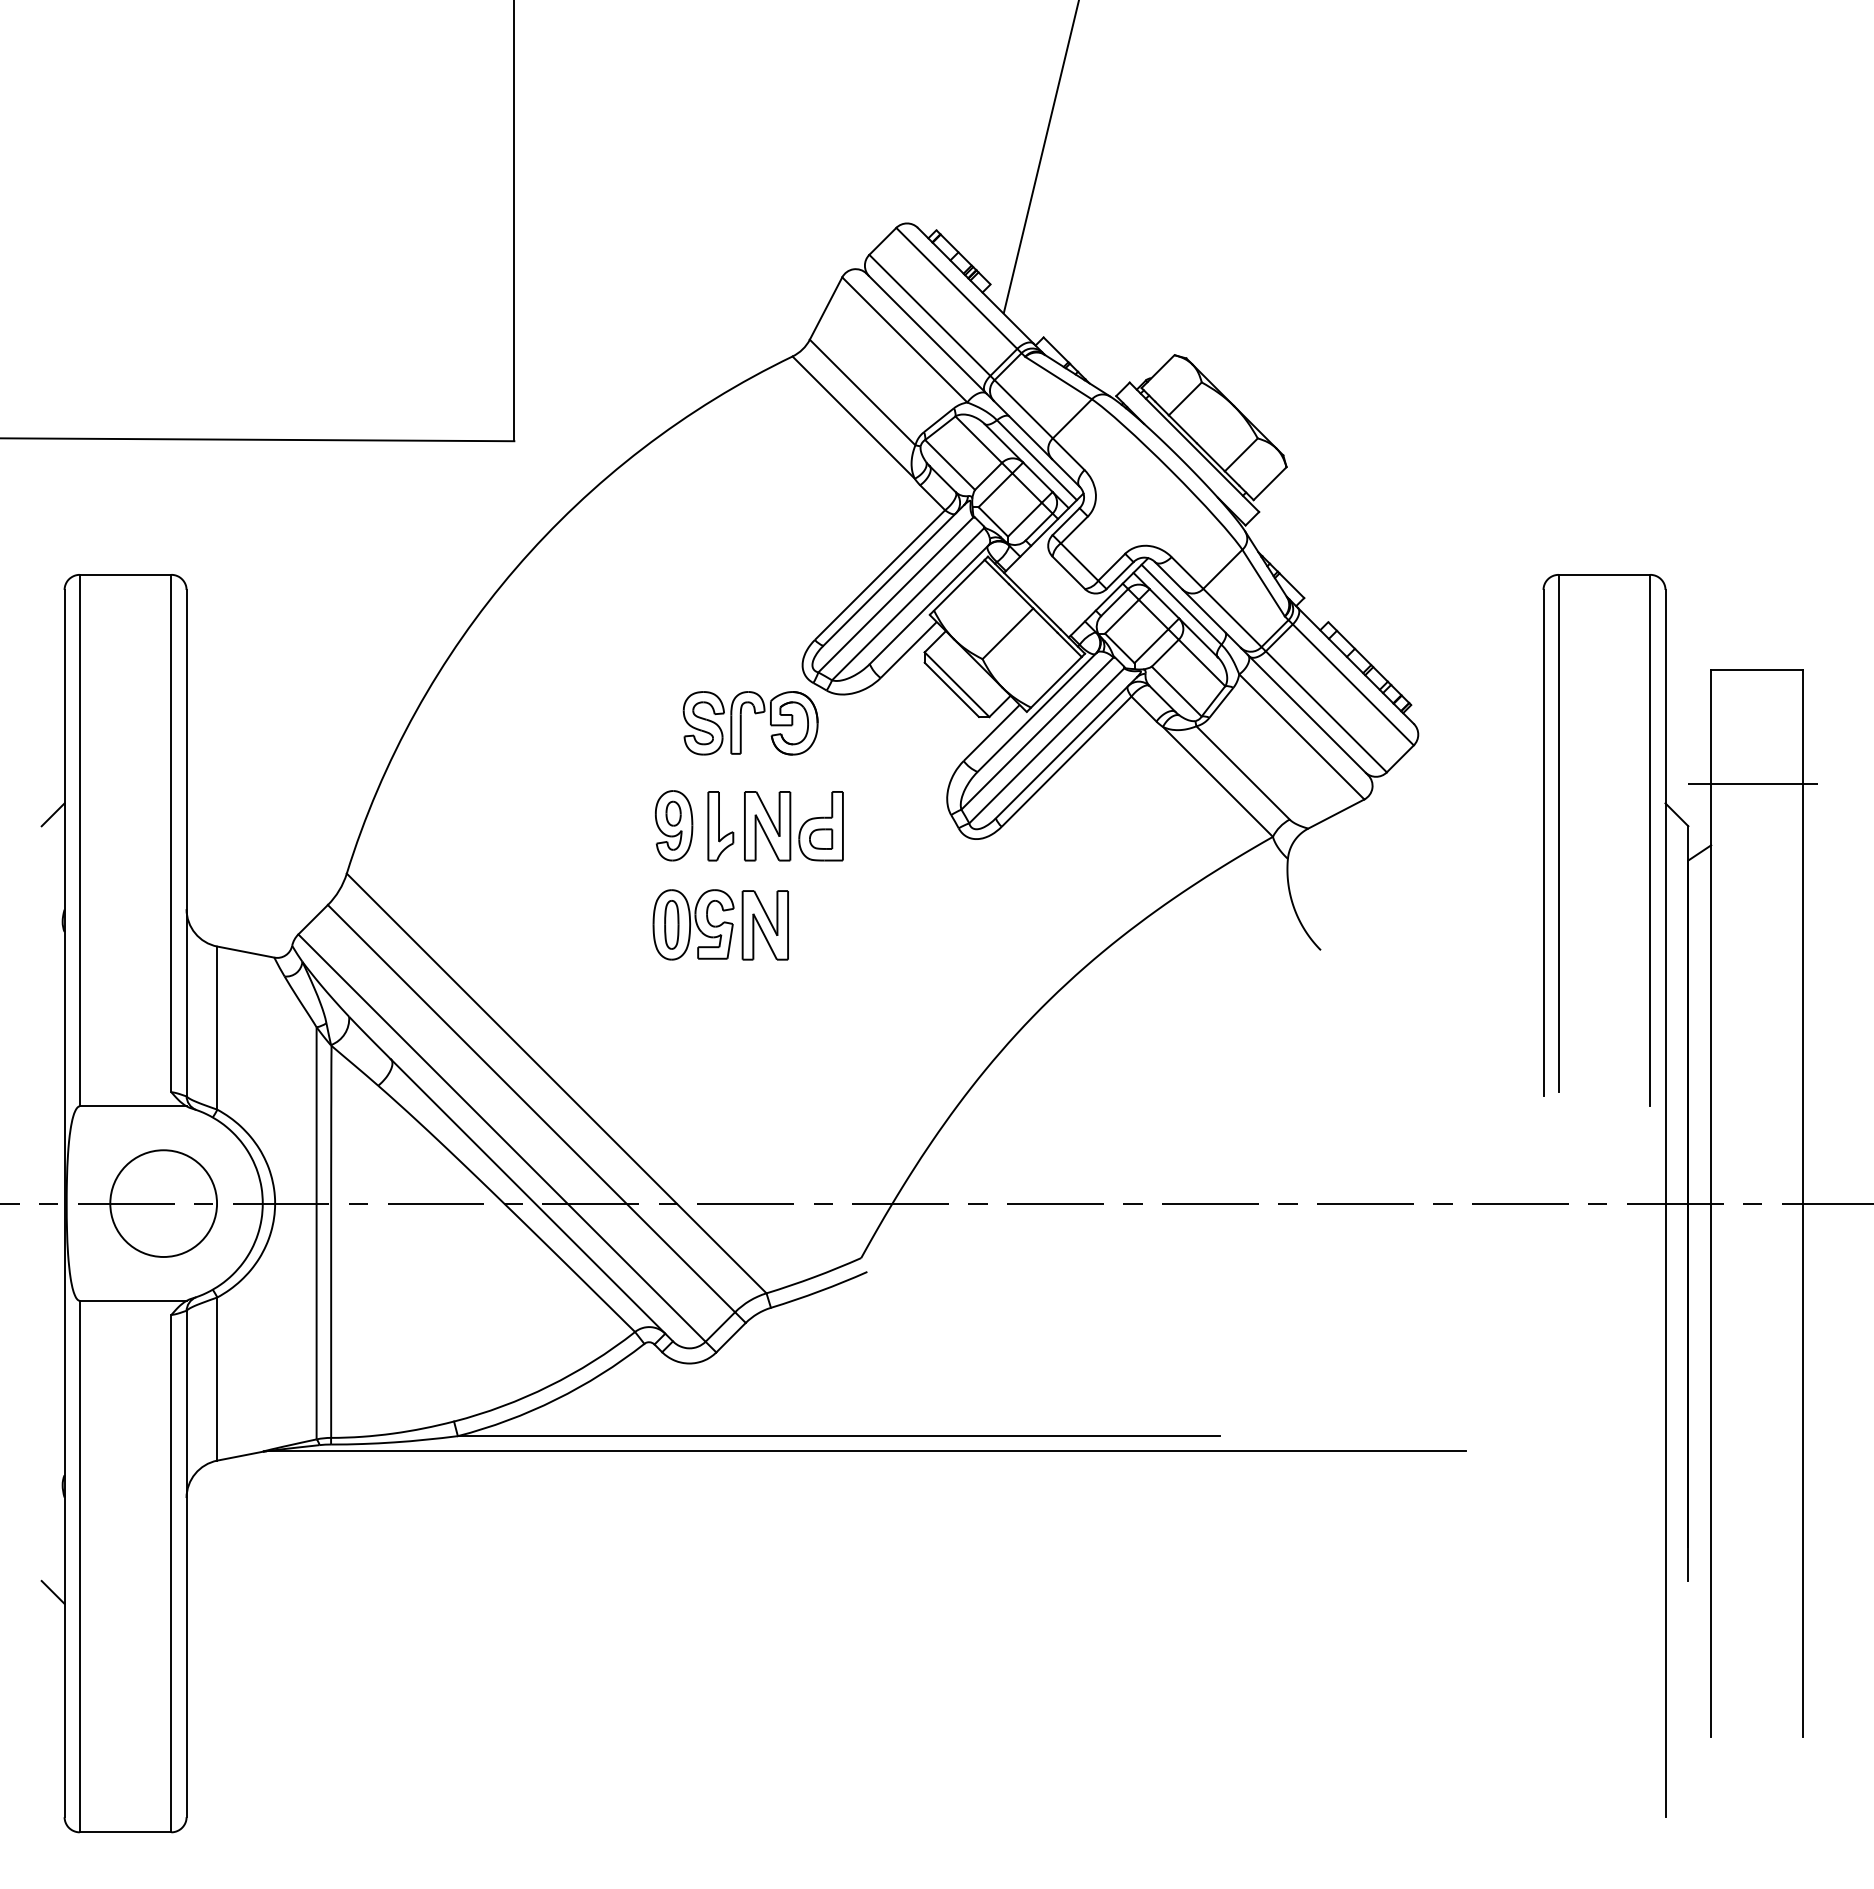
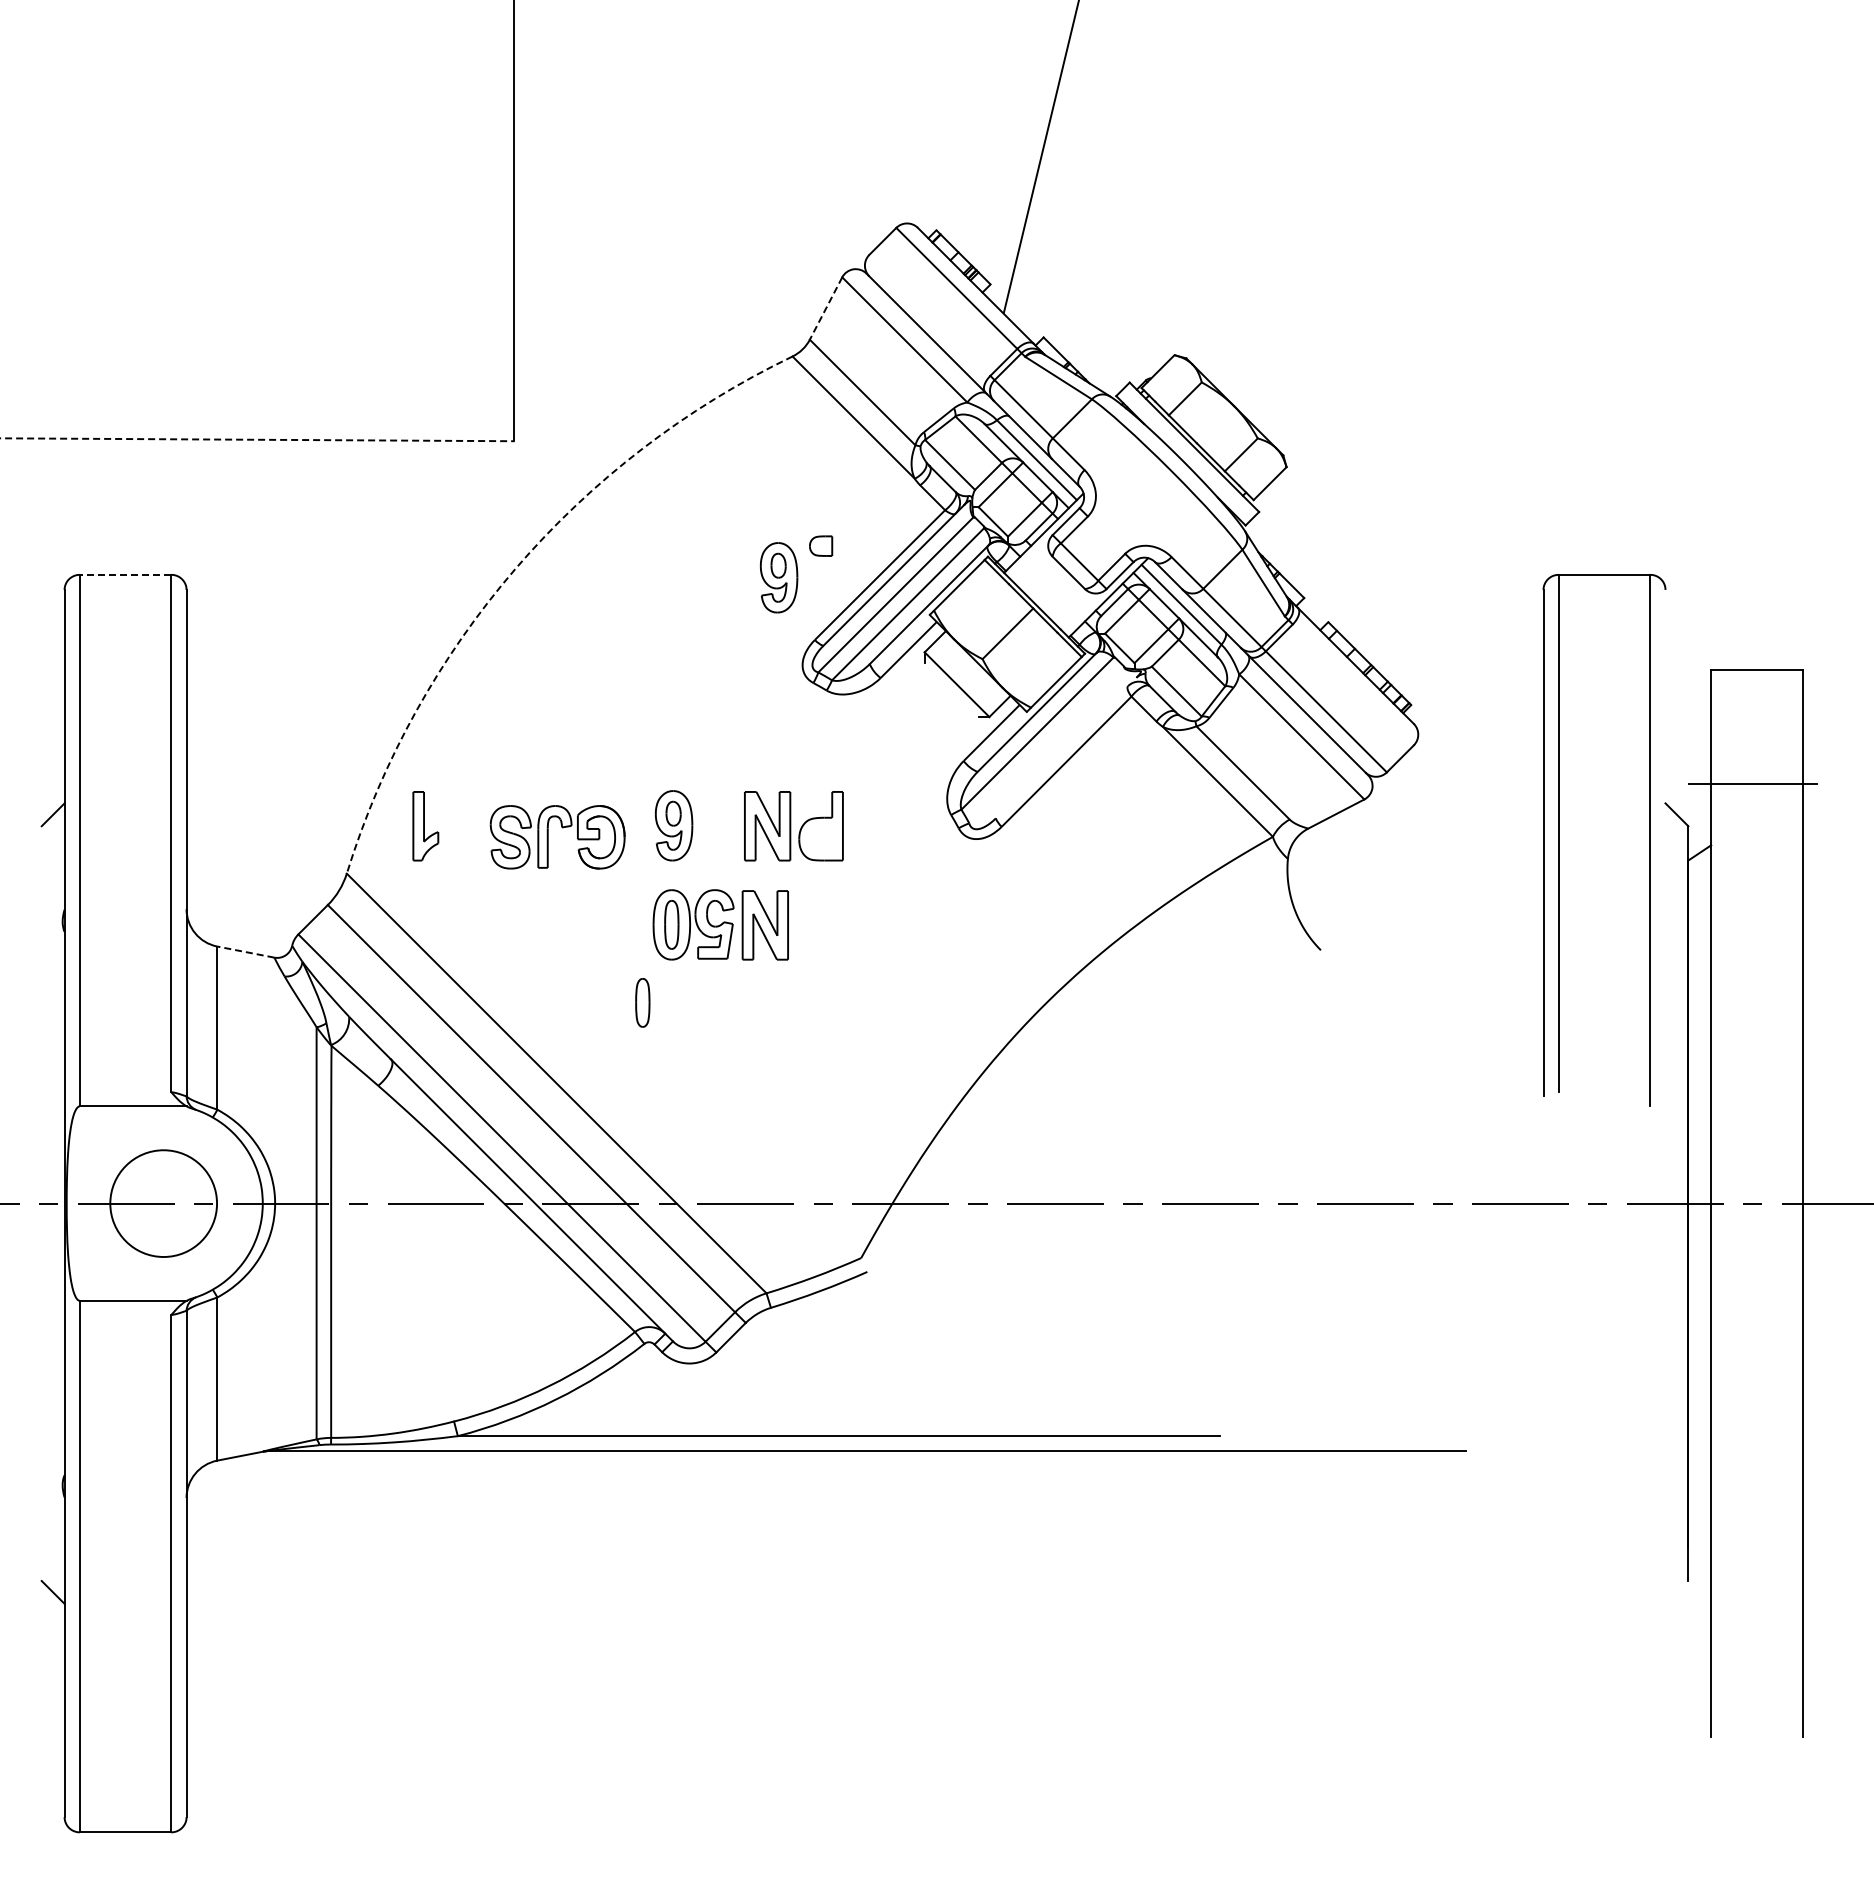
line at (825, 308): solid -> dashed
line at (929, 314): present -> none
line at (257, 439): solid -> dashed
arc at (515, 568): solid -> dashed
line at (125, 574): solid -> dashed
part at (779, 577): none -> present
line at (1352, 684): present -> none
line at (951, 689): present -> none
part at (741, 723) position: (741, 723) -> (548, 837)
line at (1046, 745): present -> none
line at (1065, 747): present -> none
part at (720, 826) position: (720, 826) -> (425, 826)
part at (821, 838) position: (821, 838) -> (821, 545)
line at (245, 952): solid -> dashed
part at (642, 1002): none -> present
line at (1665, 1203): present -> none
